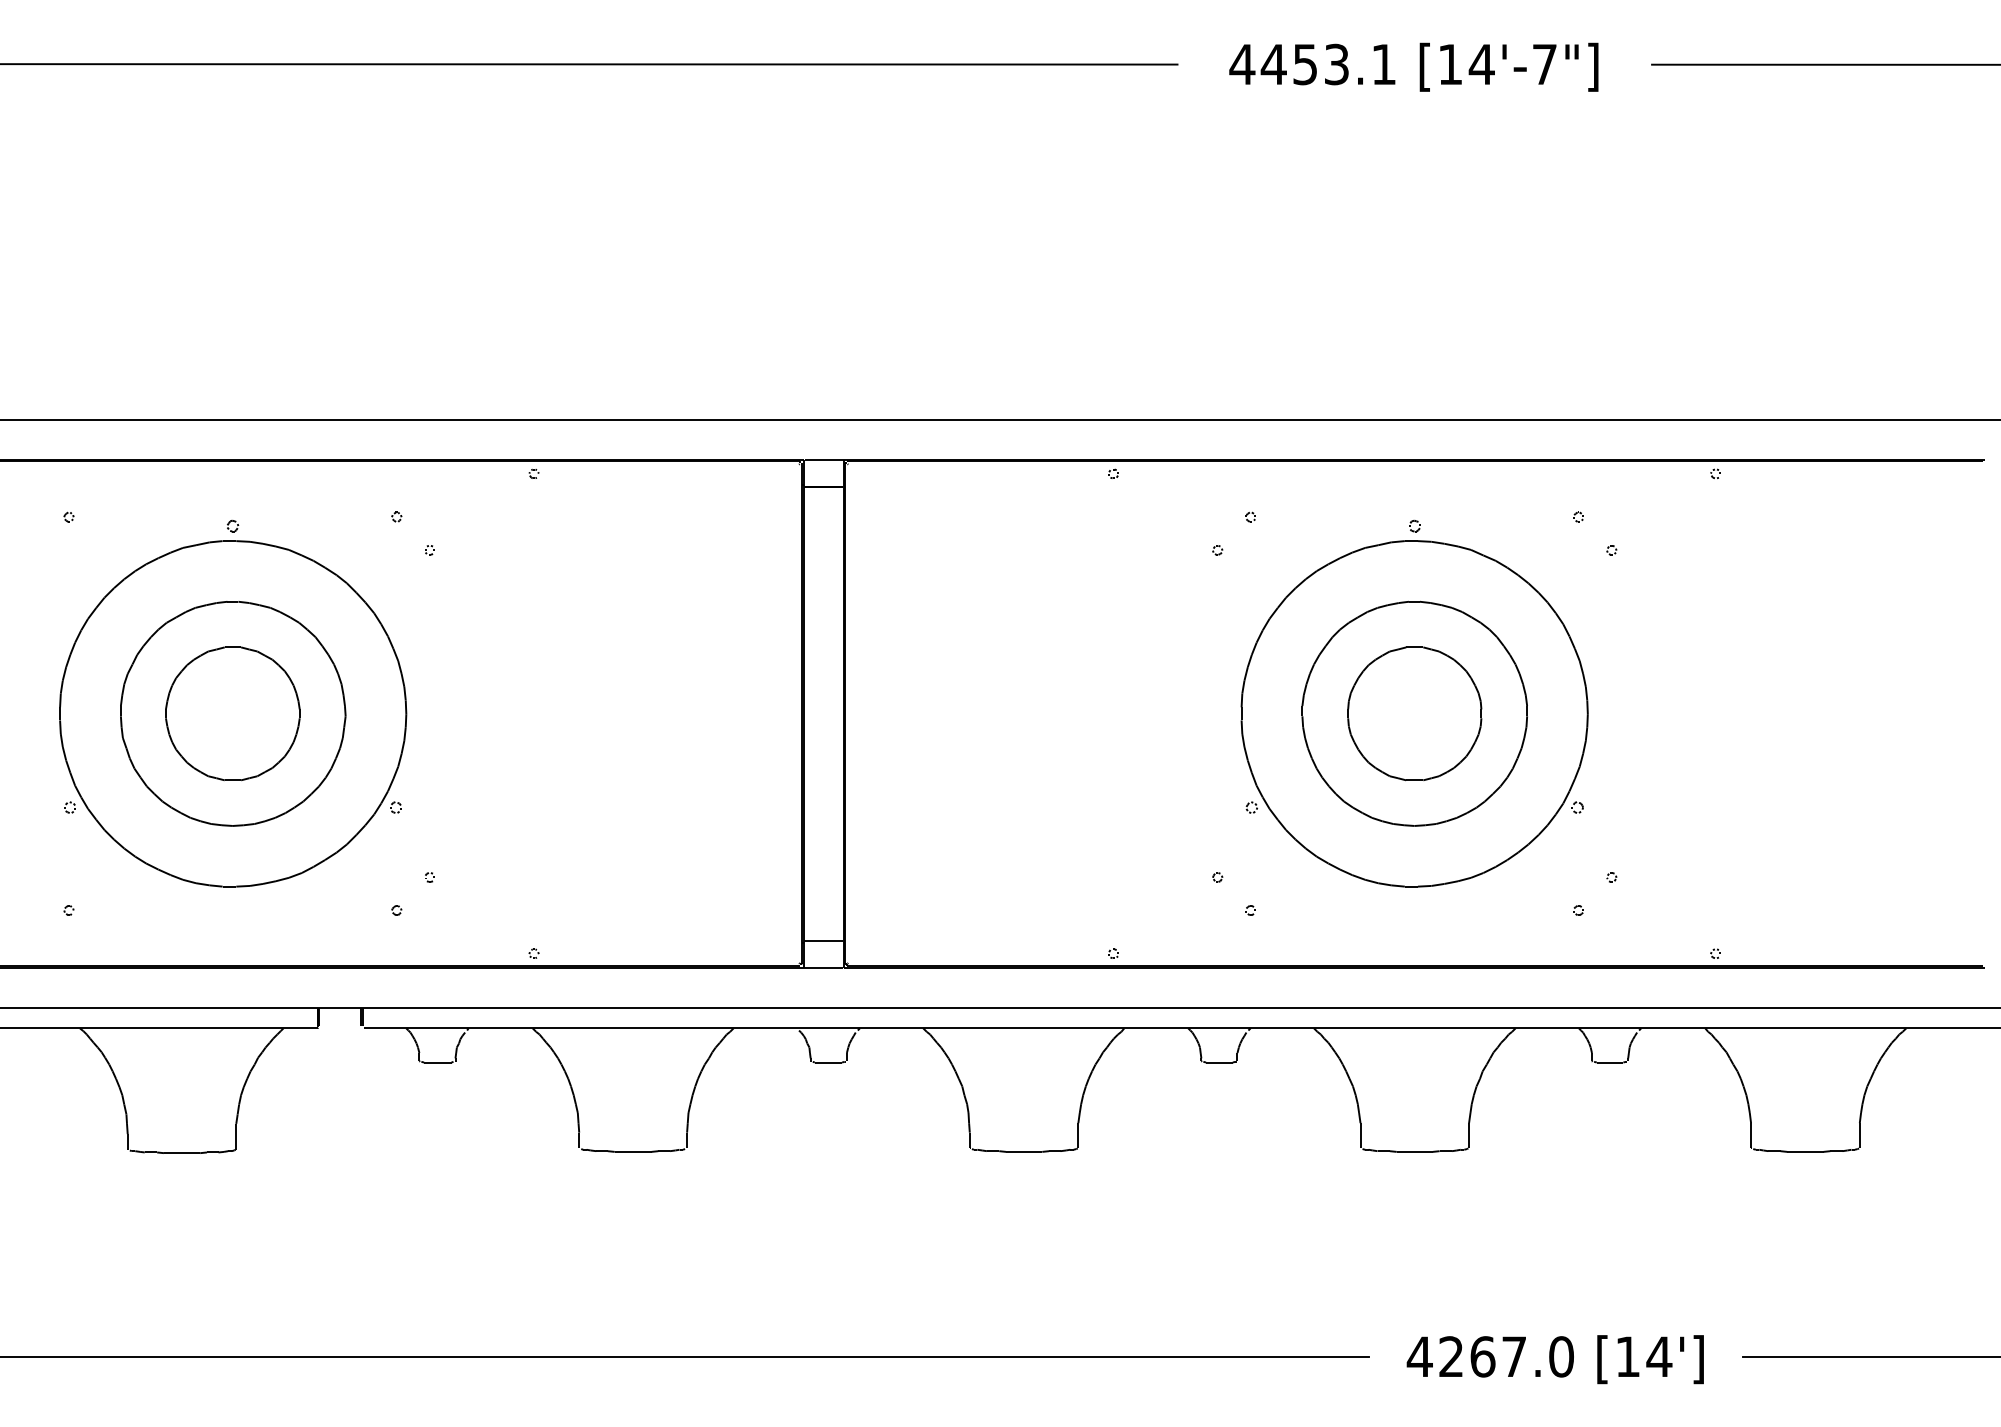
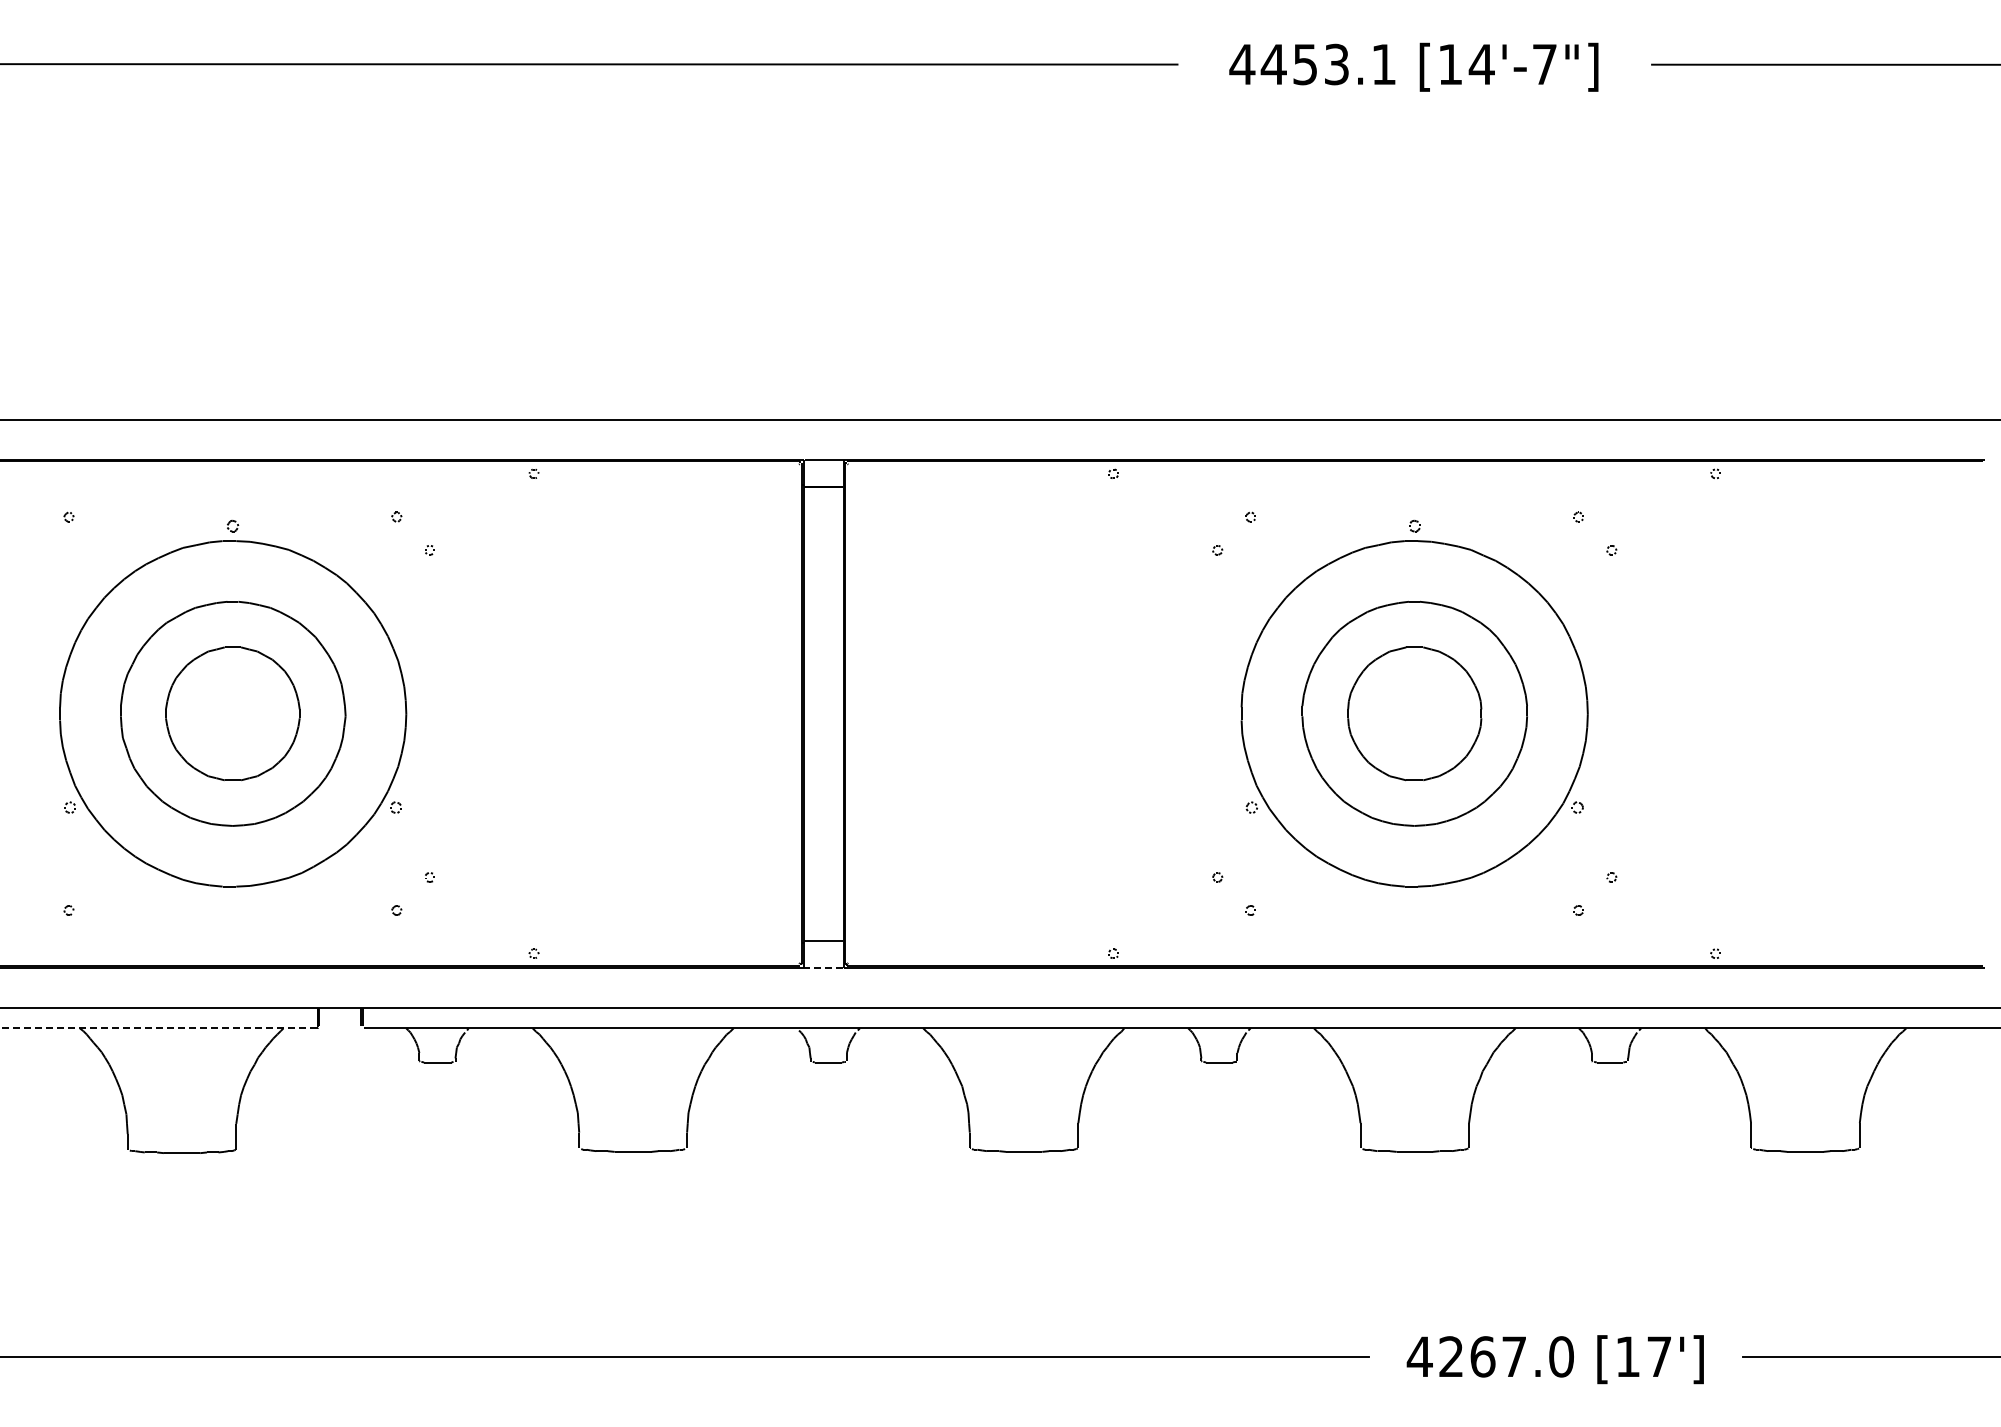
line at (824, 967): solid -> dashed
line at (158, 1028): solid -> dashed
text at (1659, 1356): [14'] -> [17']
